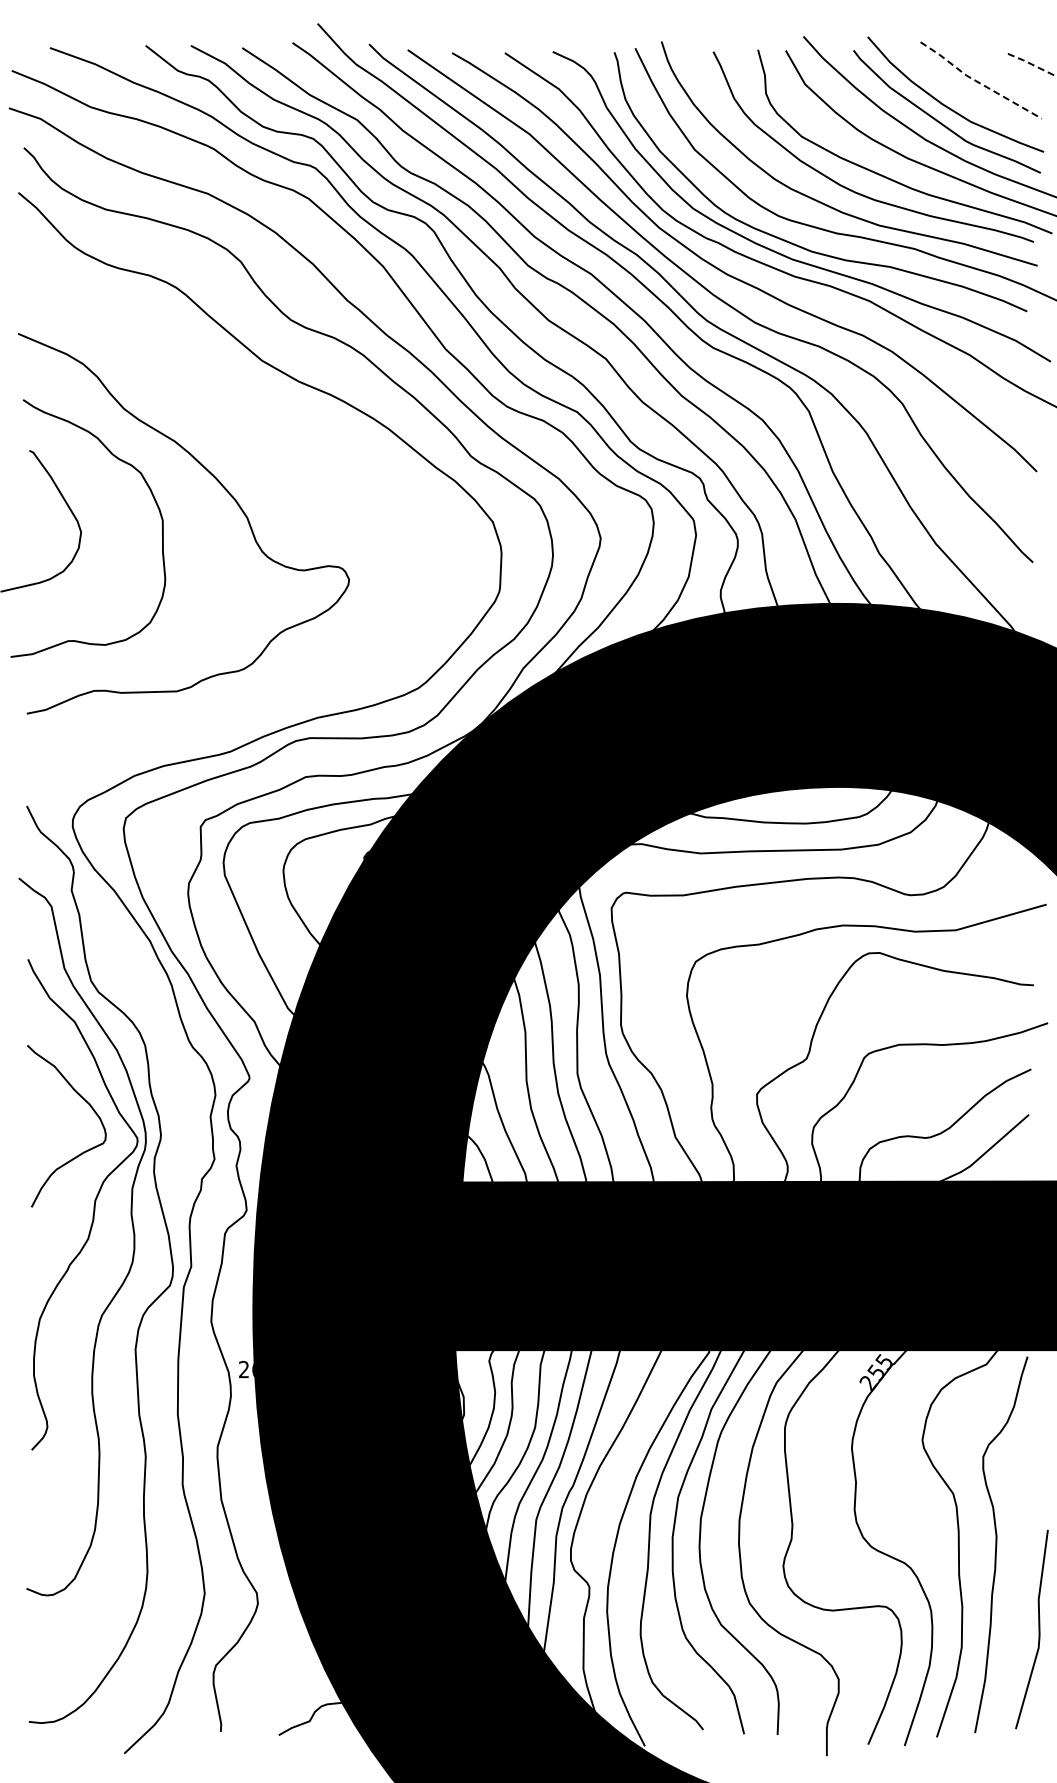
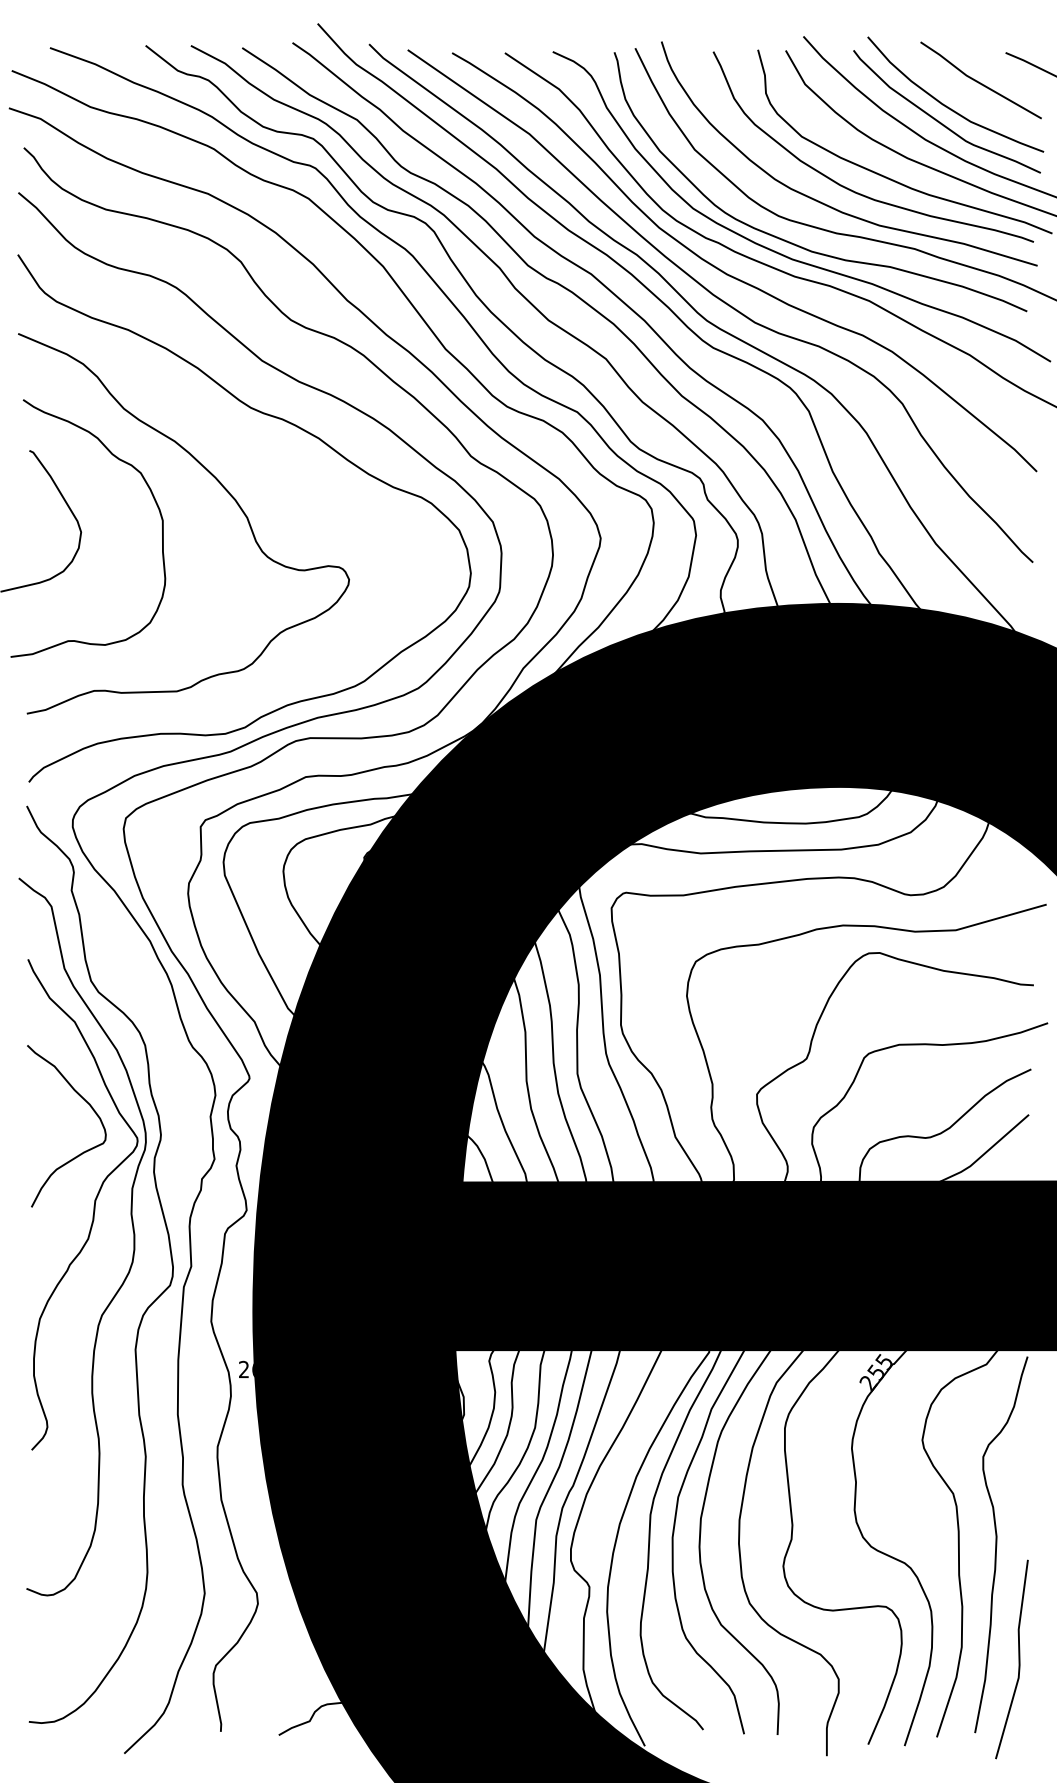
line at (1030, 63): dashed -> solid
line at (978, 82): dashed -> solid
curve at (290, 424): none -> present
line at (1038, 1629) position: (1038, 1629) -> (1018, 1659)
